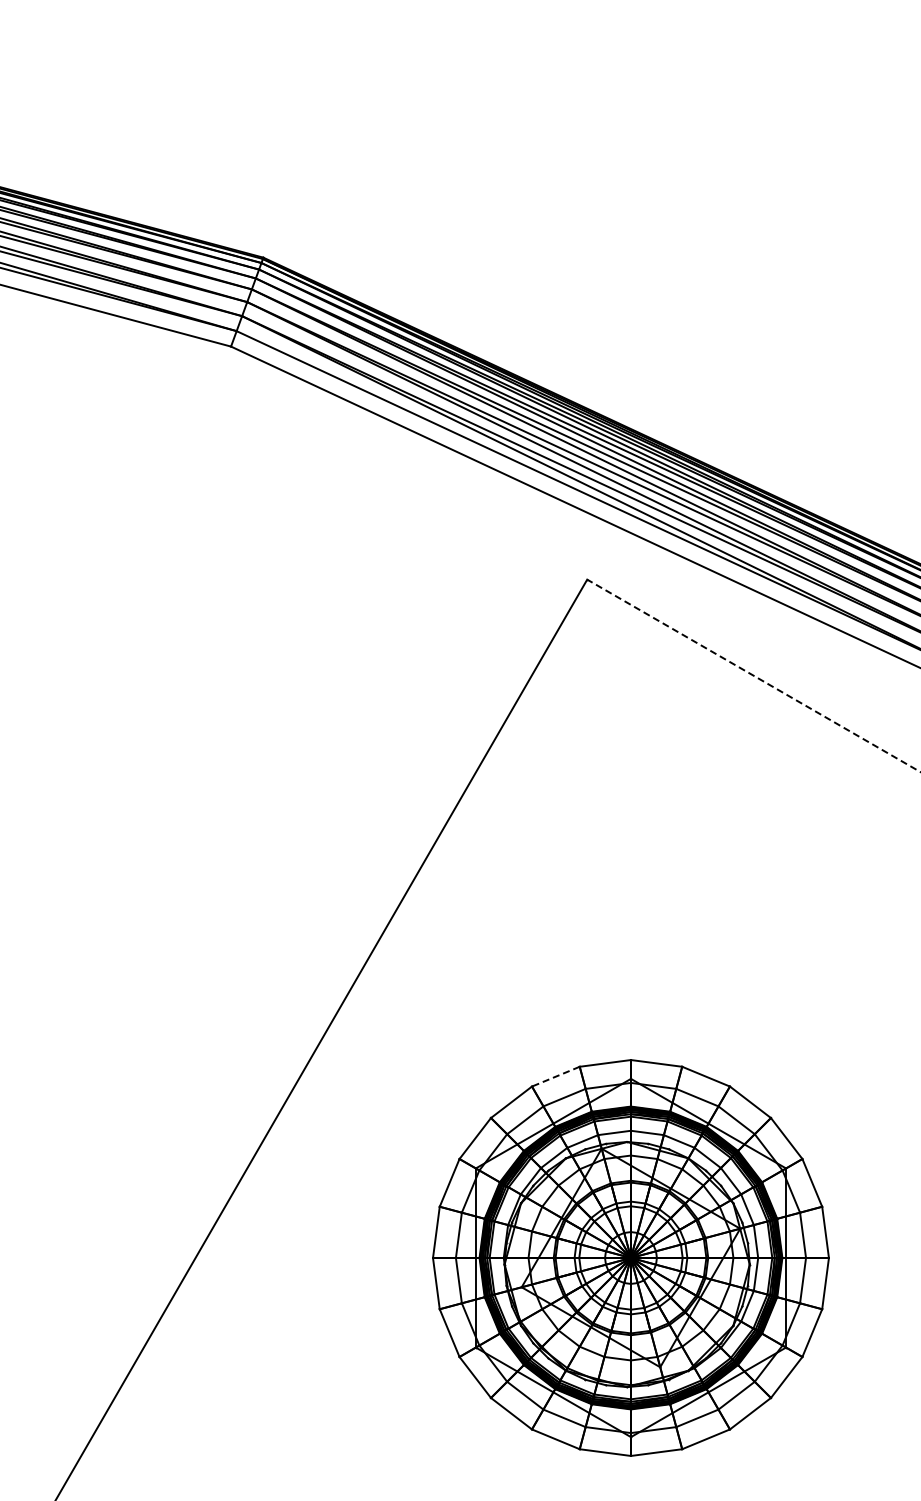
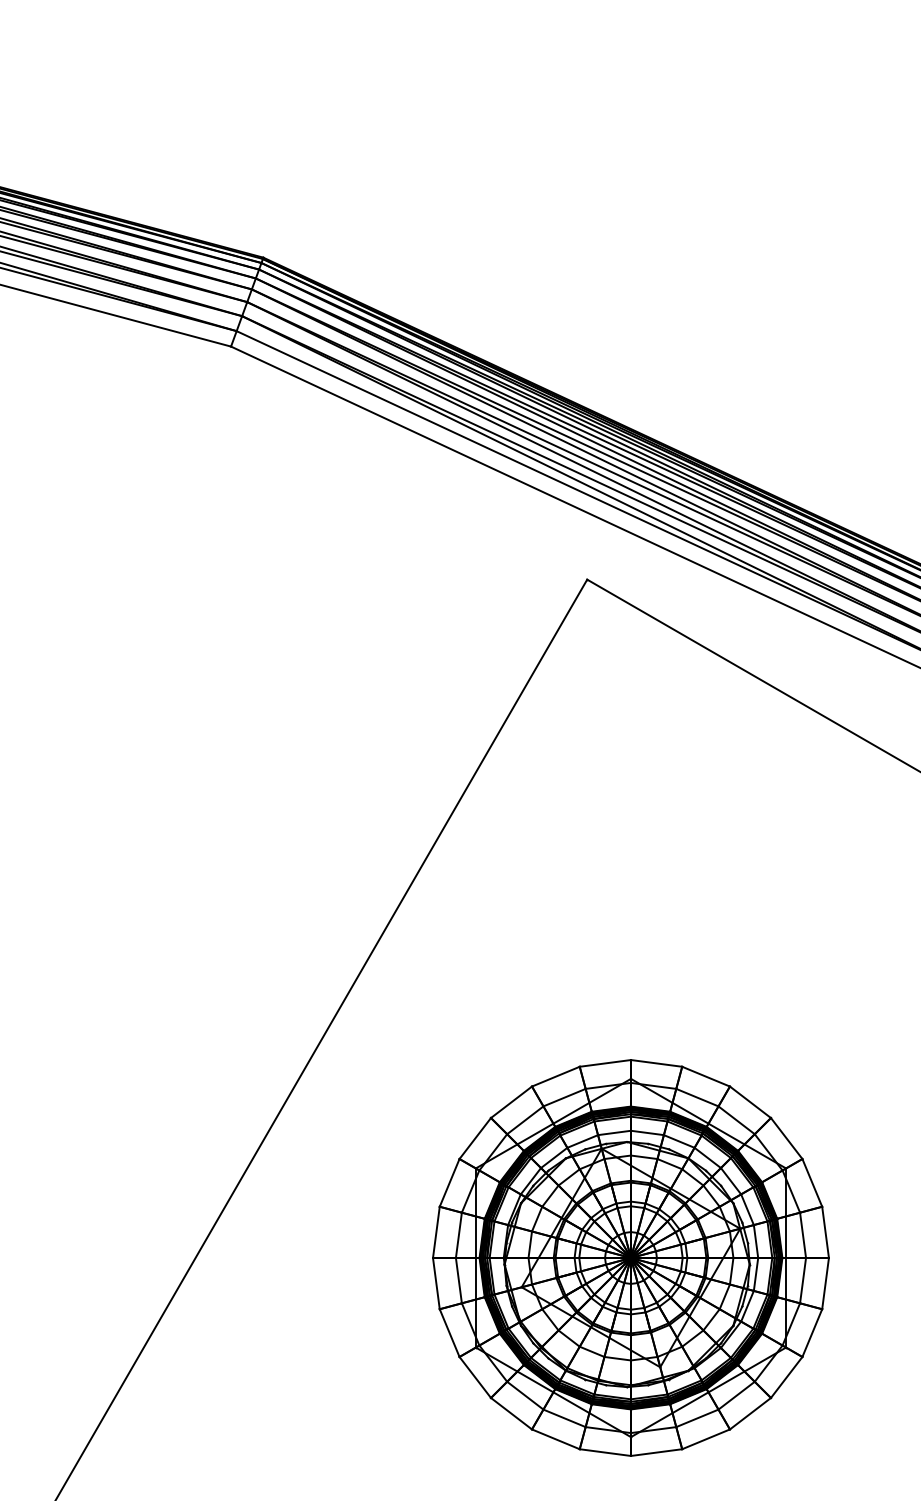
line at (753, 675): dashed -> solid
line at (555, 1076): dashed -> solid
